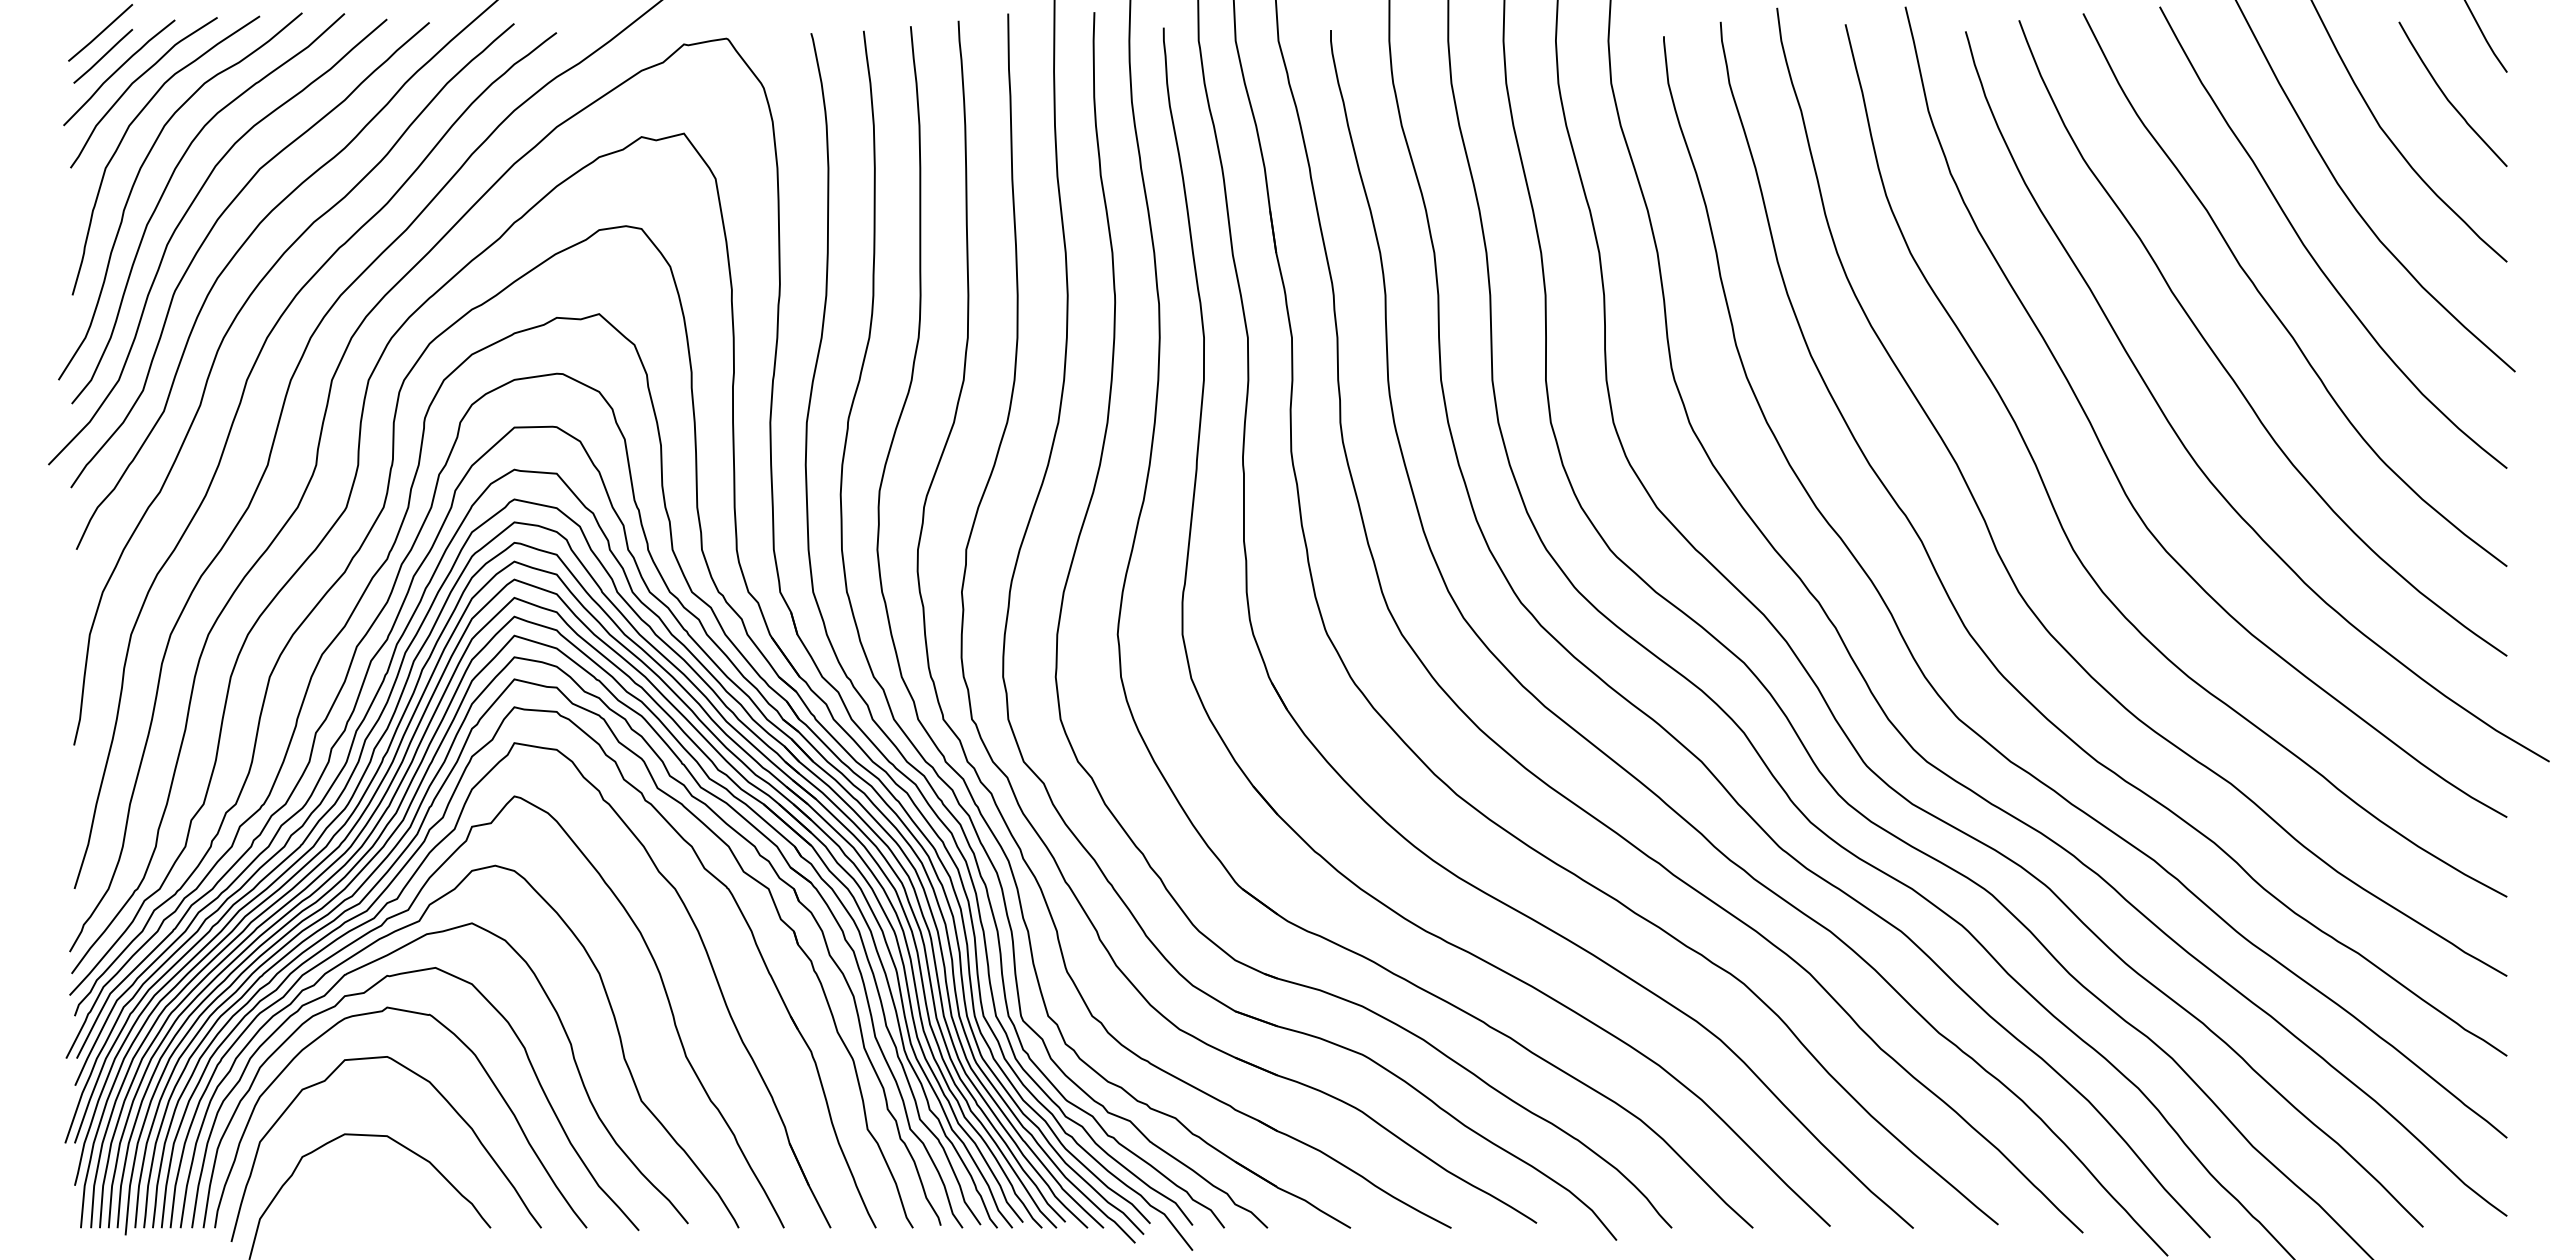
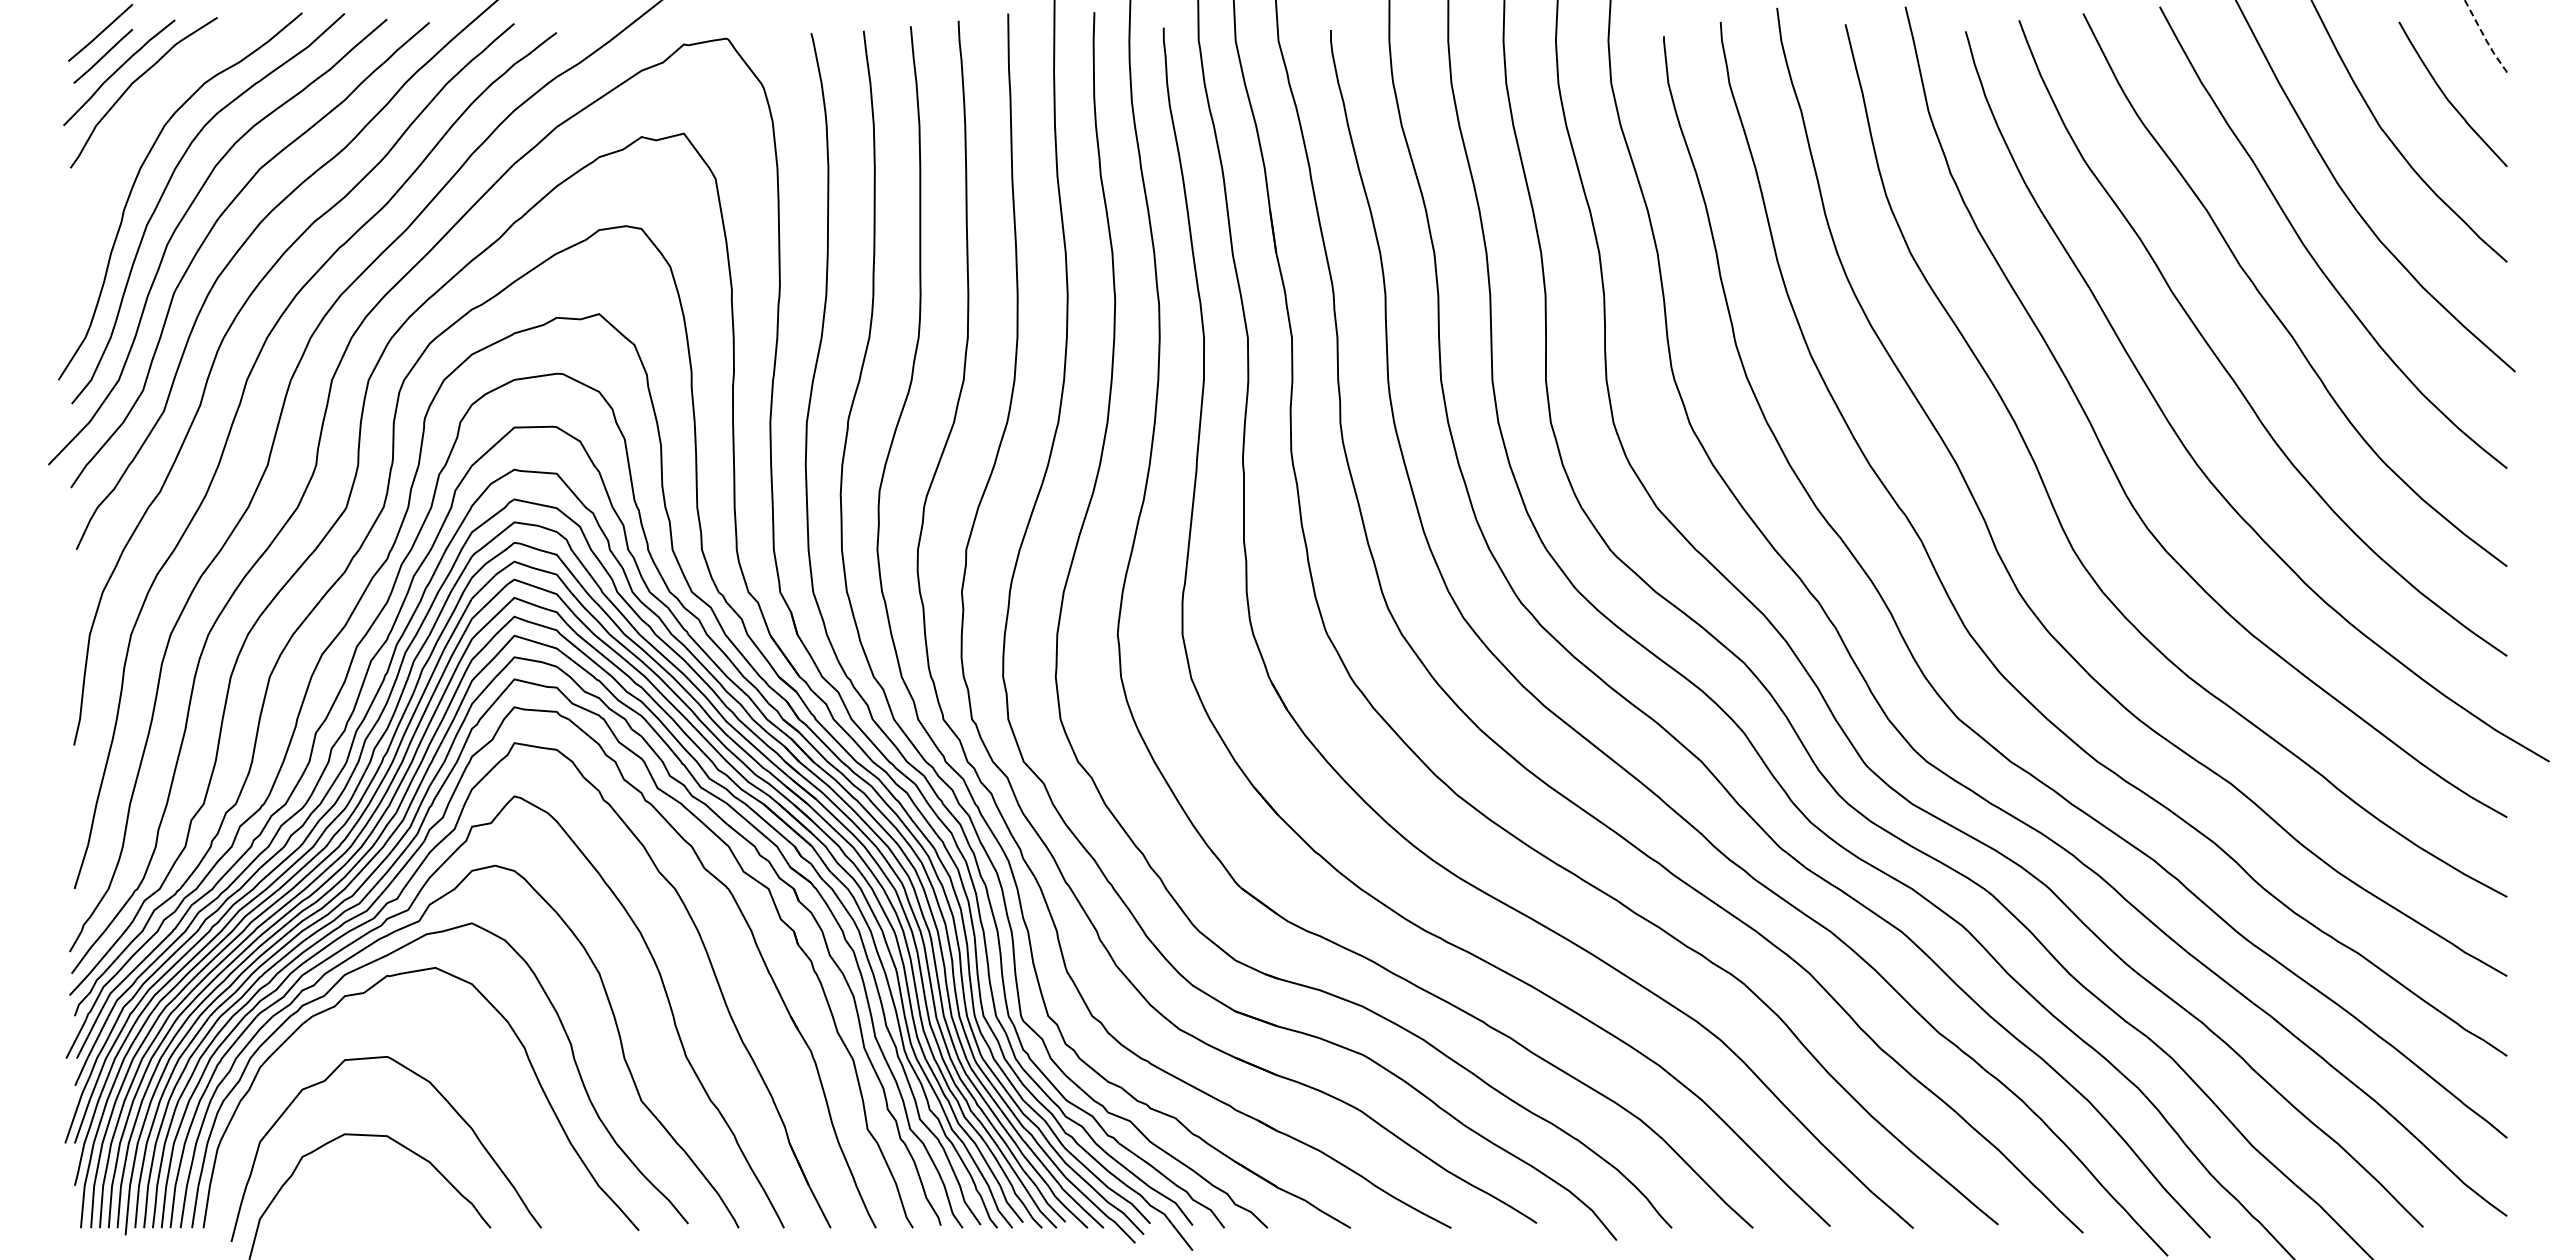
line at (2485, 38): solid -> dashed
curve at (125, 135): present -> none
curve at (480, 1065): present -> none
